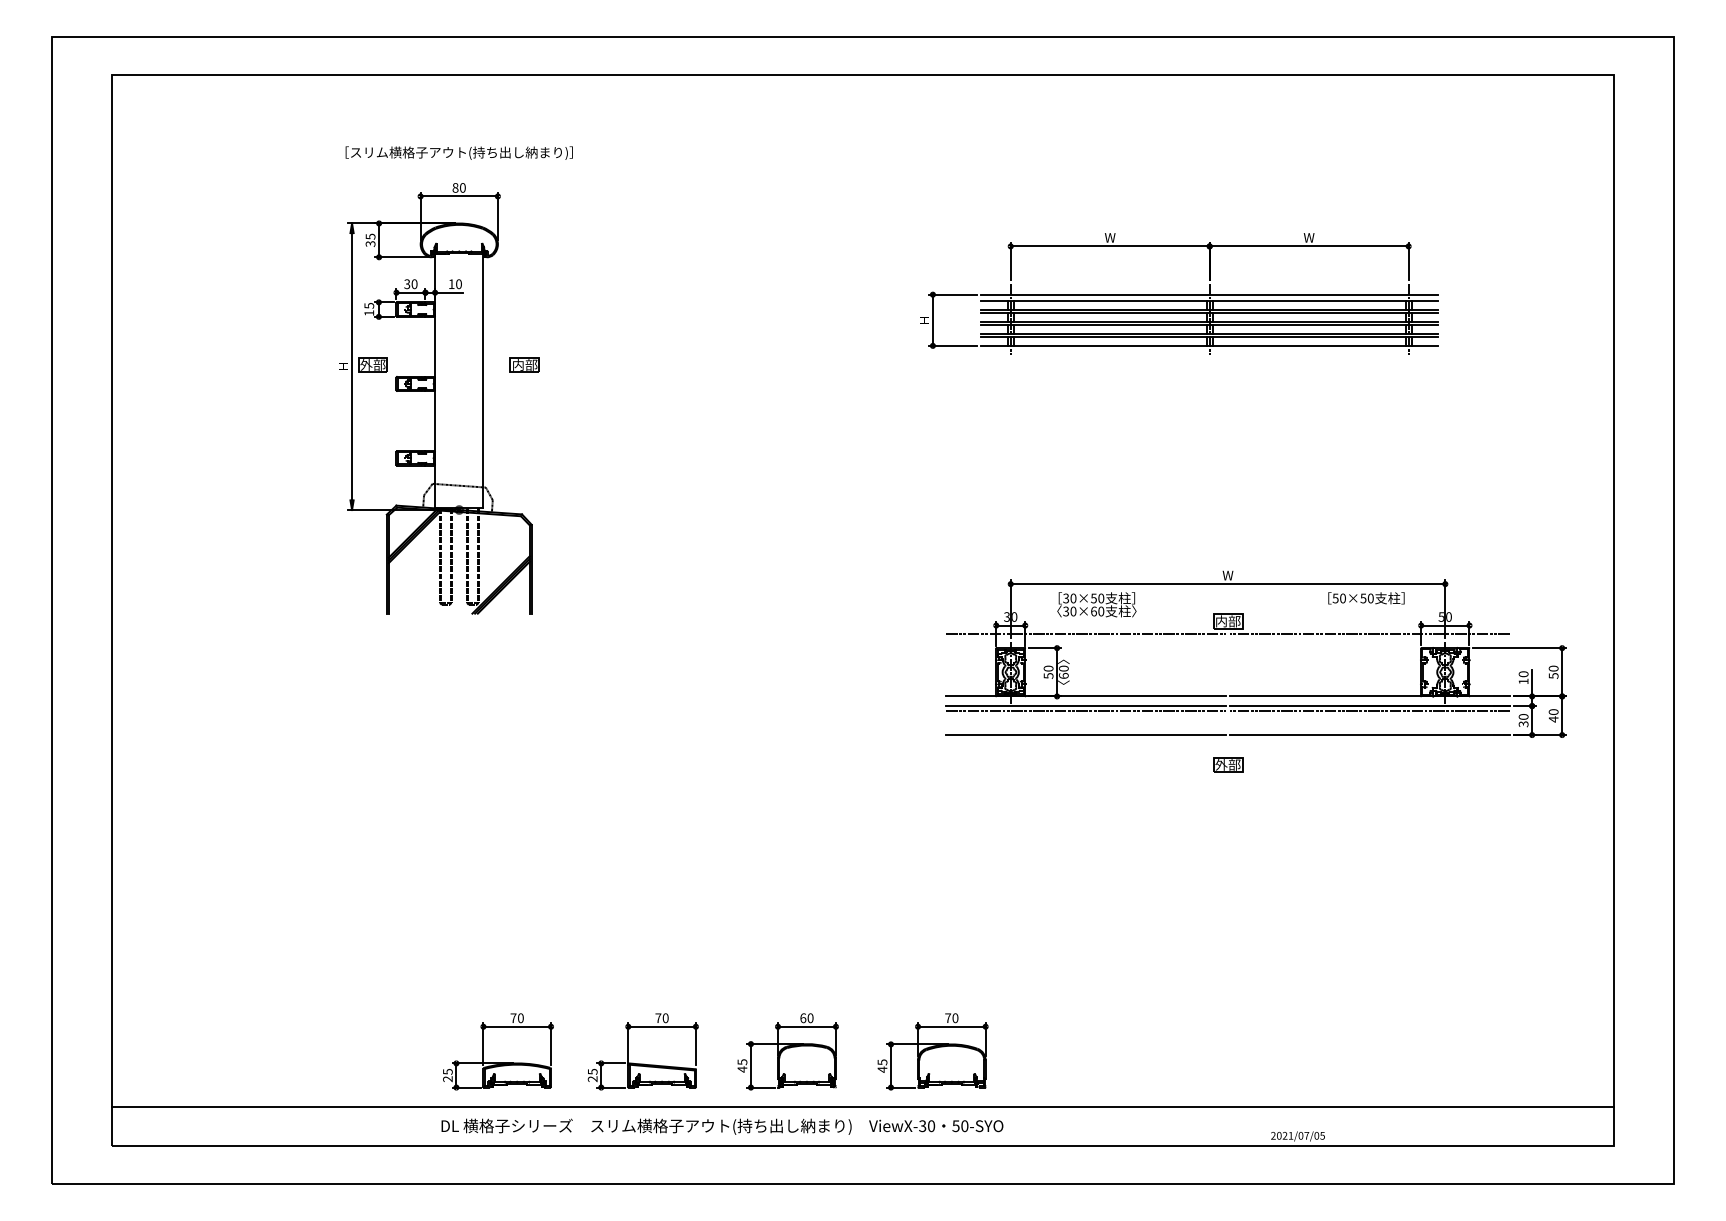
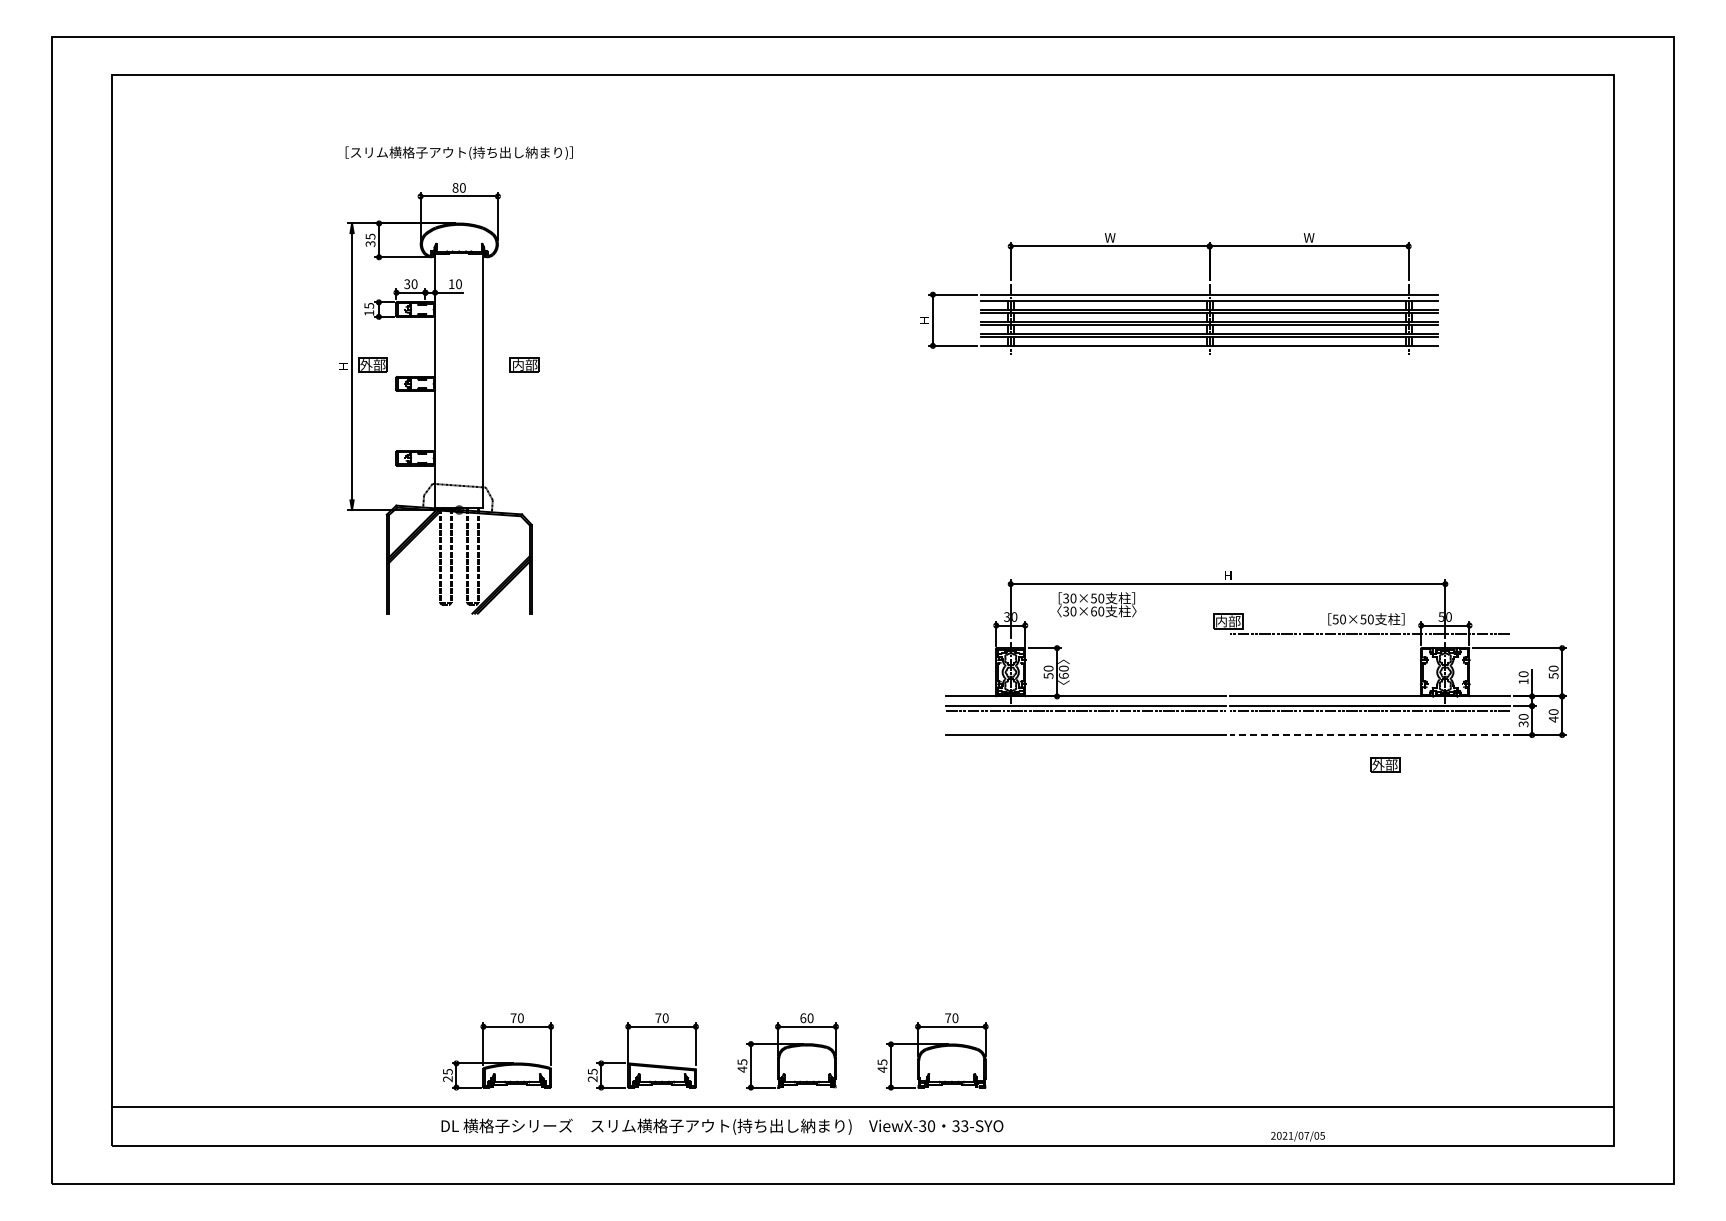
text at (1227, 575): W -> H
text at (1366, 598) position: (1366, 598) -> (1366, 619)
line at (1086, 633): present -> none
line at (1369, 735): solid -> dashed
part at (1228, 764) position: (1228, 764) -> (1385, 764)
text at (960, 1125): 50-SYO -> 33-SYO
